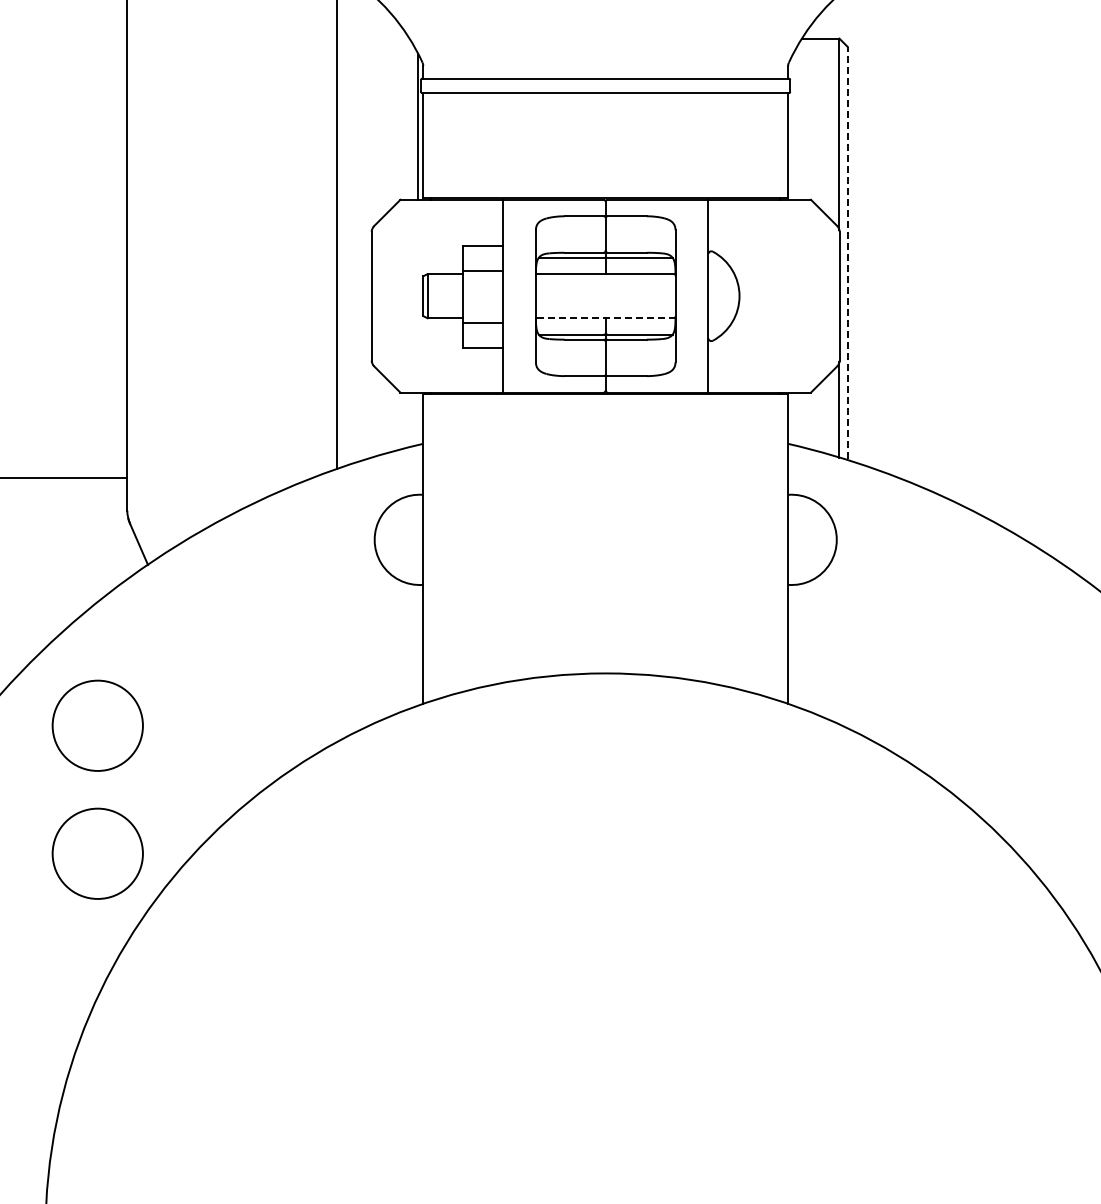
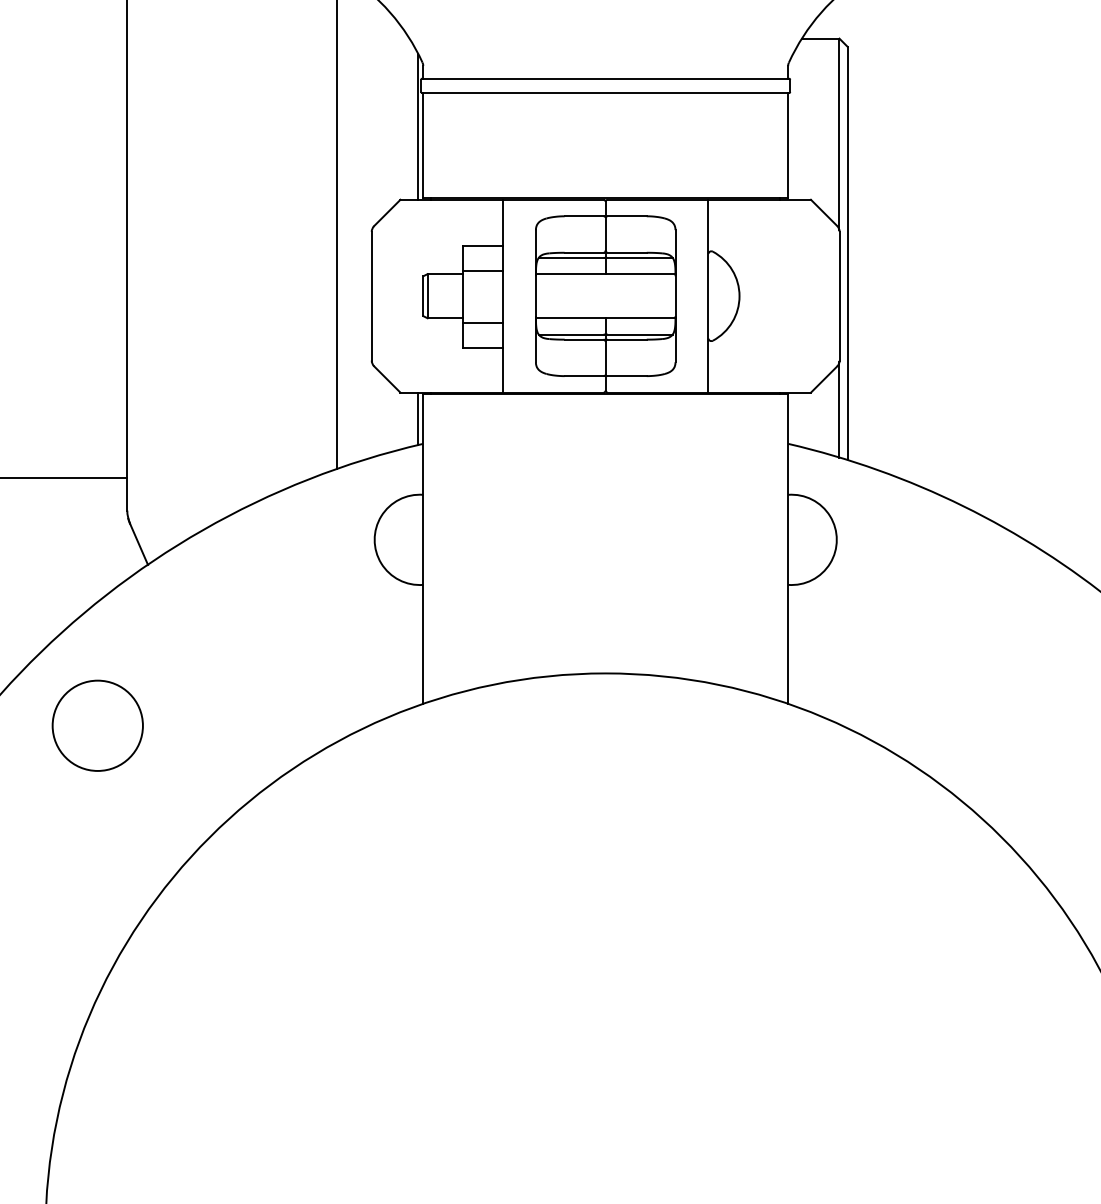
line at (847, 252): dashed -> solid
line at (605, 318): dashed -> solid
line at (418, 418): none -> present
circle at (97, 853): present -> none
